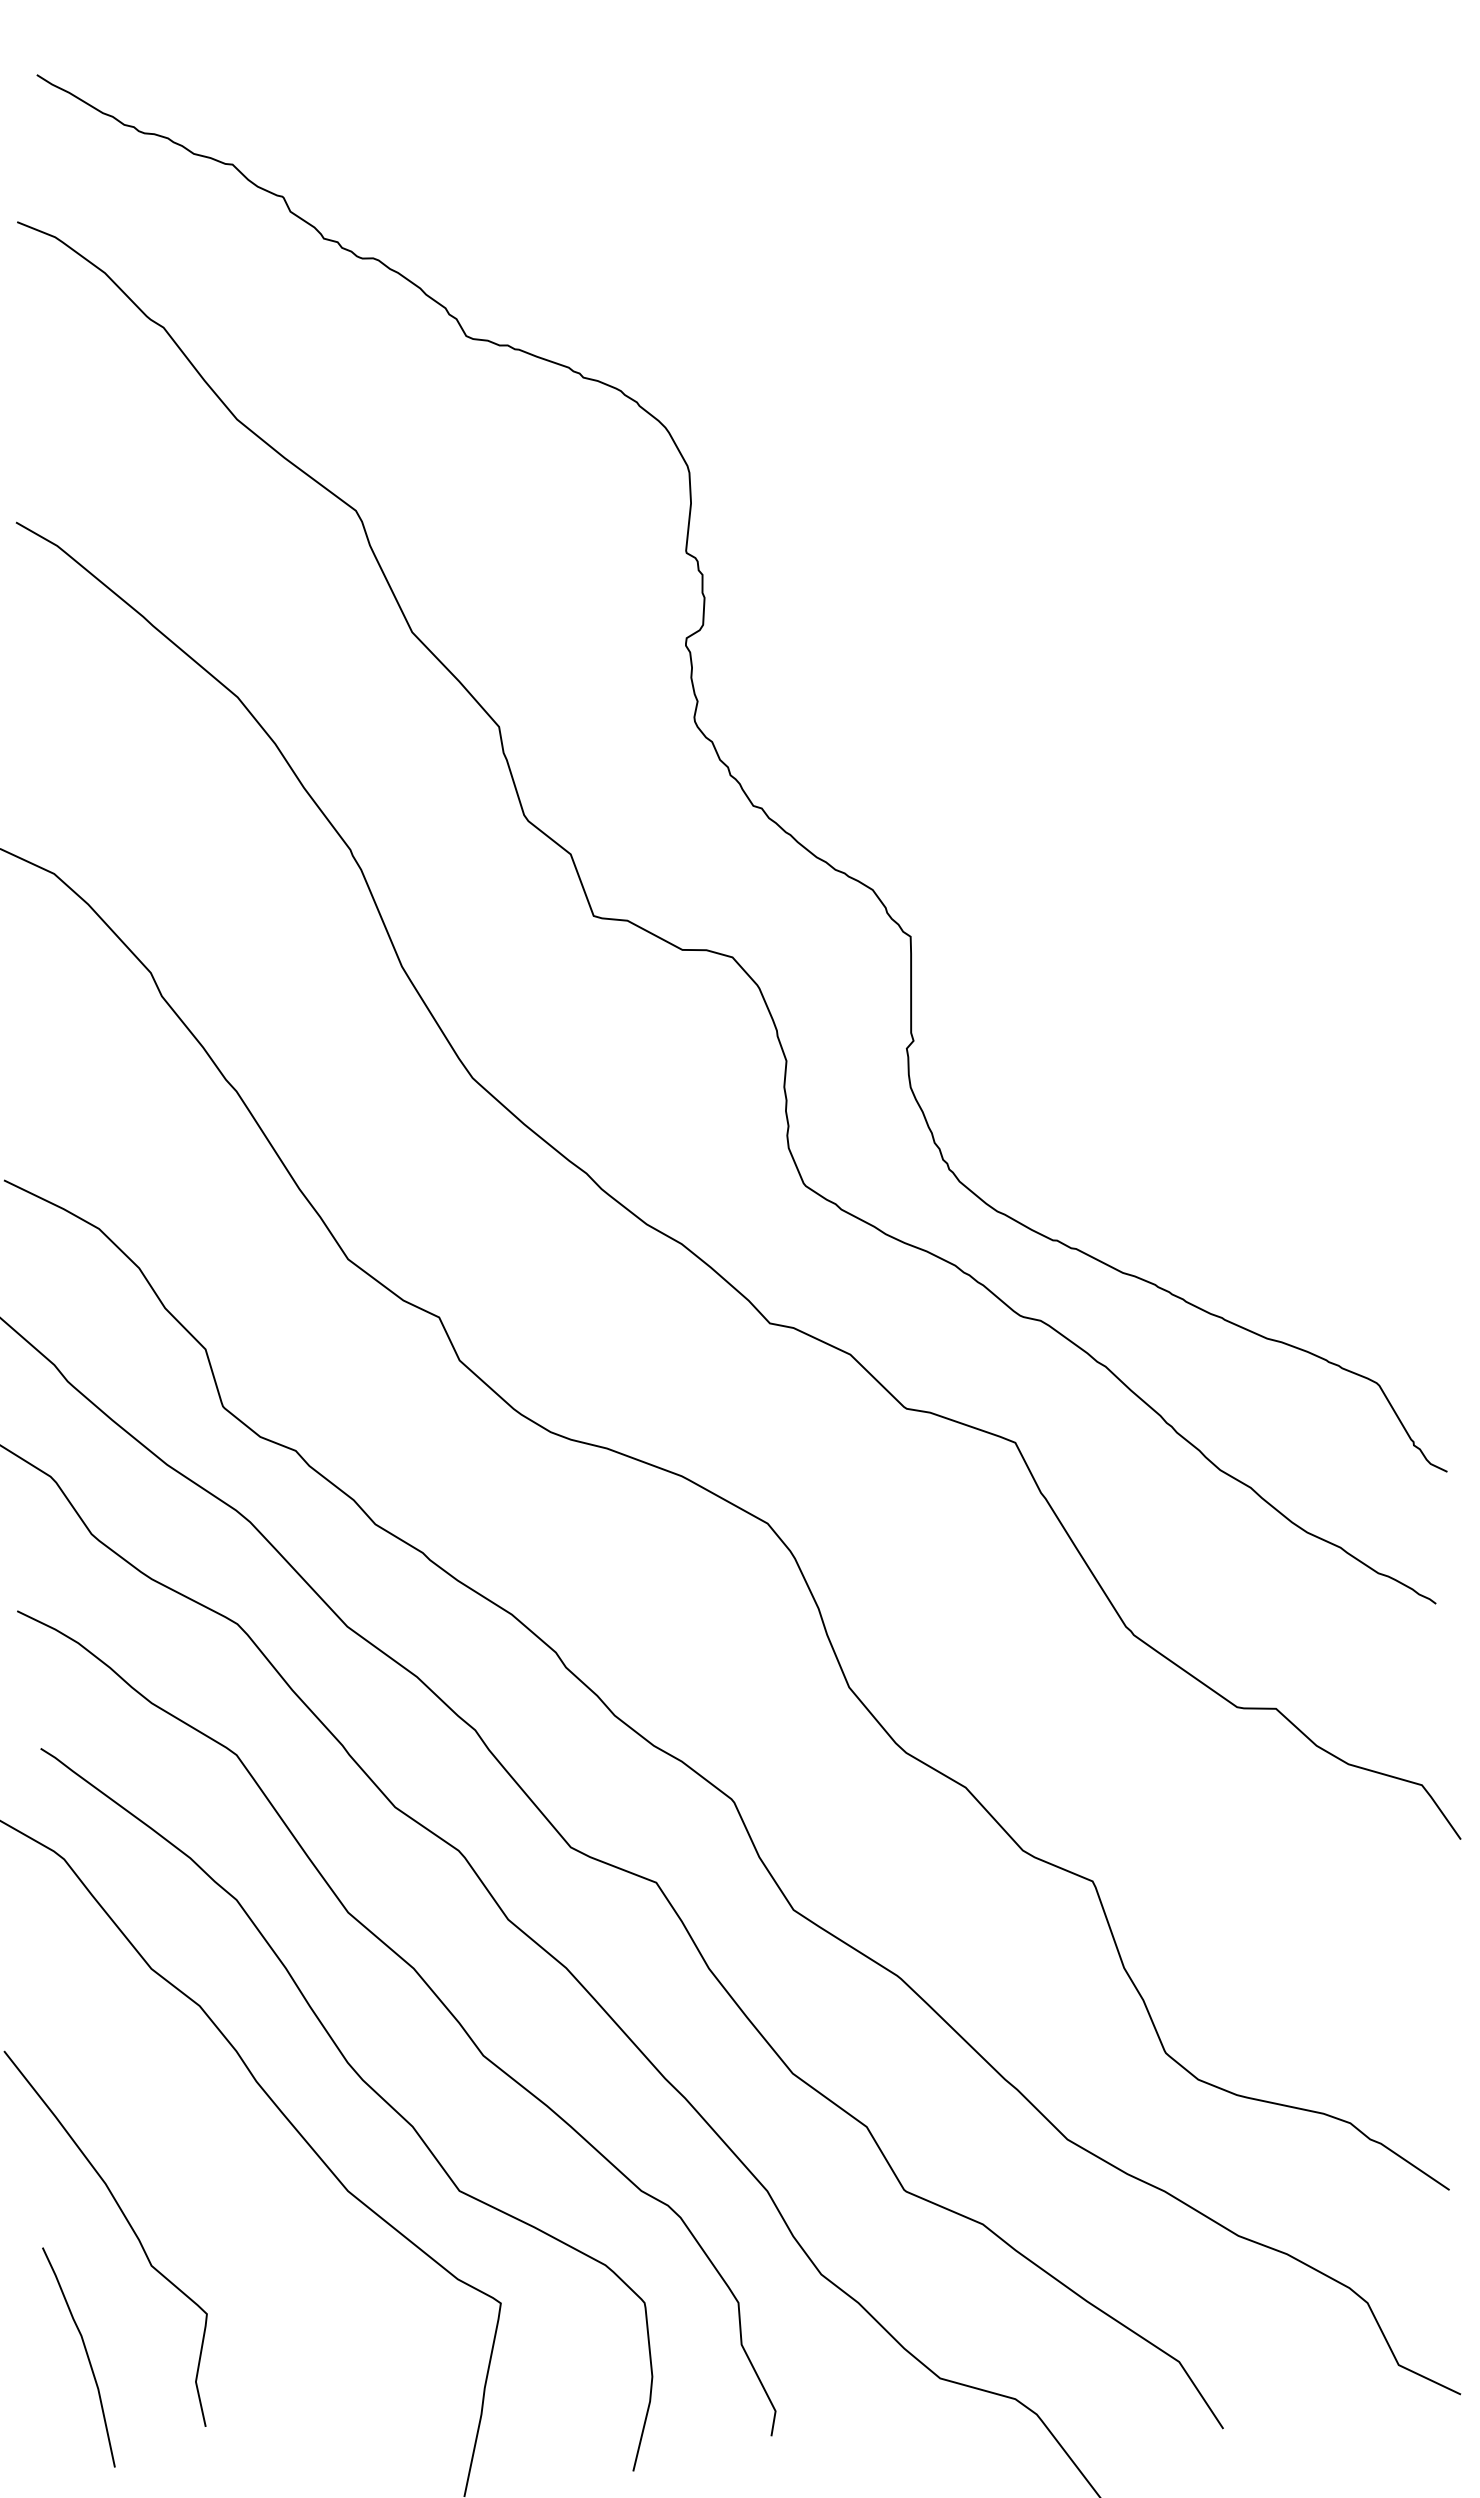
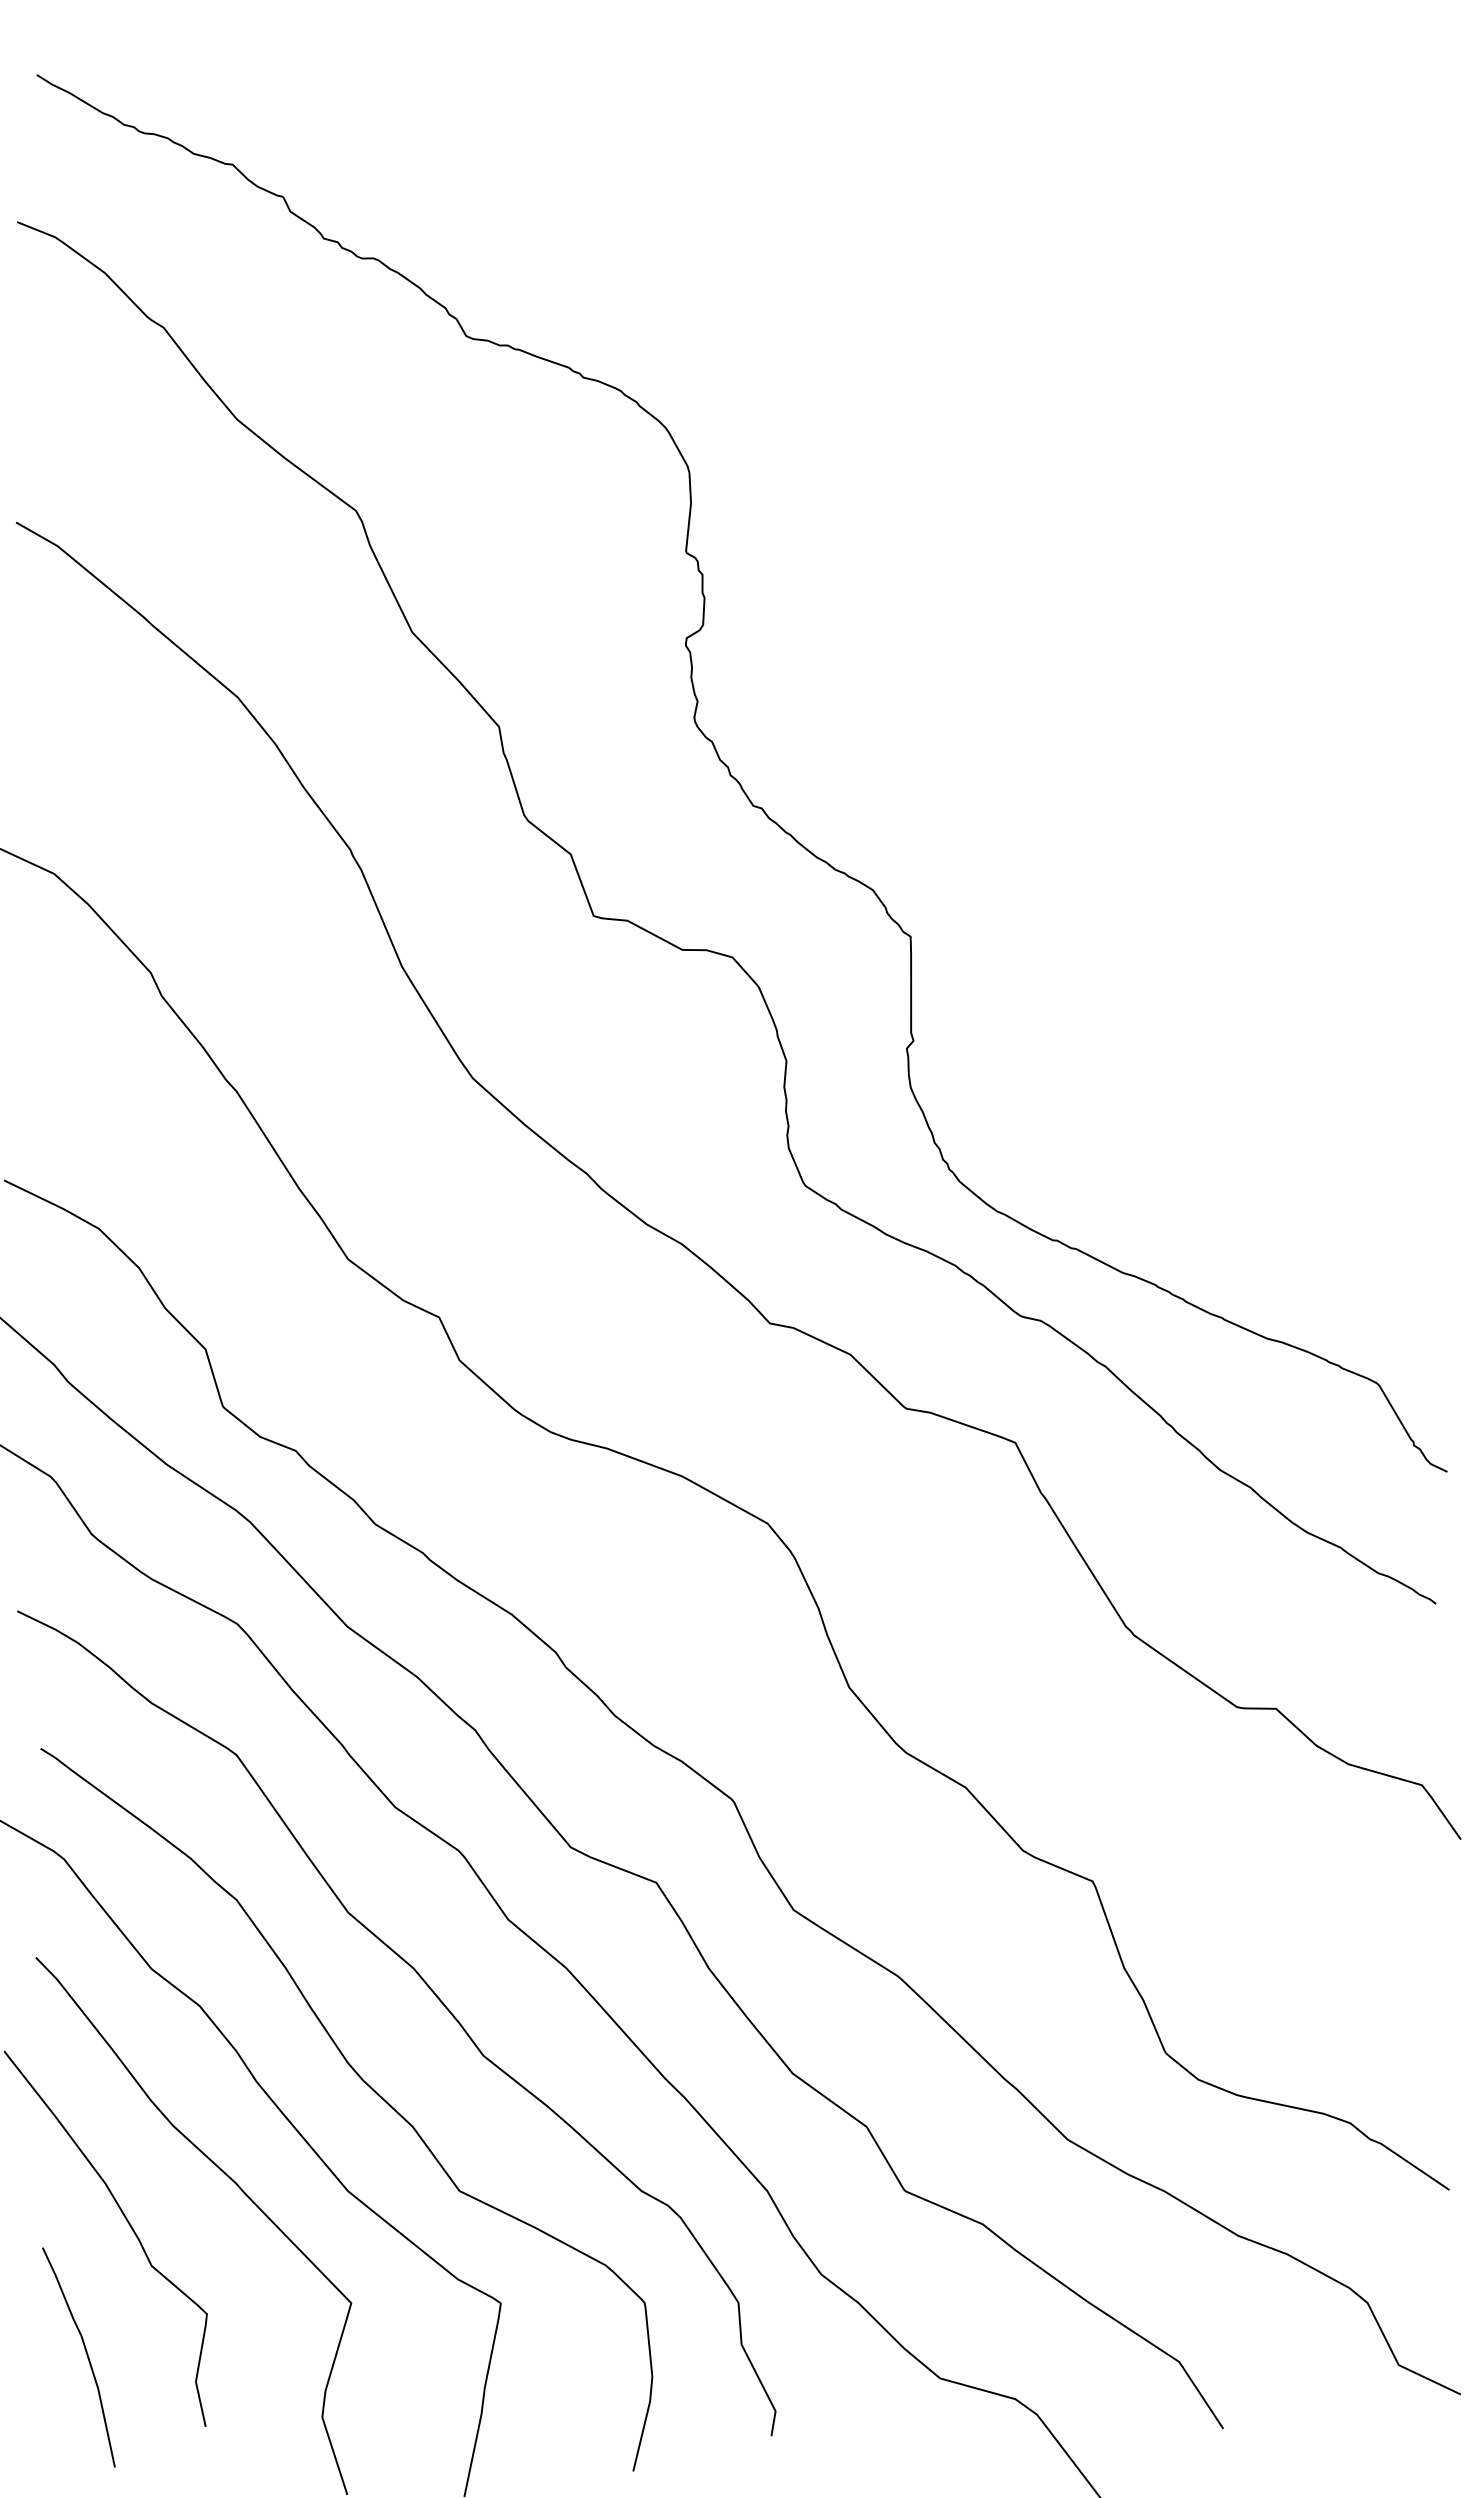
curve at (234, 2183): none -> present
